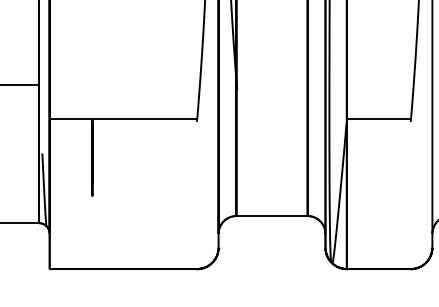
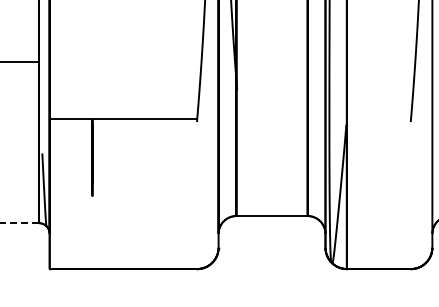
line at (20, 85) position: (20, 85) -> (20, 62)
line at (378, 119): present -> none
line at (19, 223): solid -> dashed
